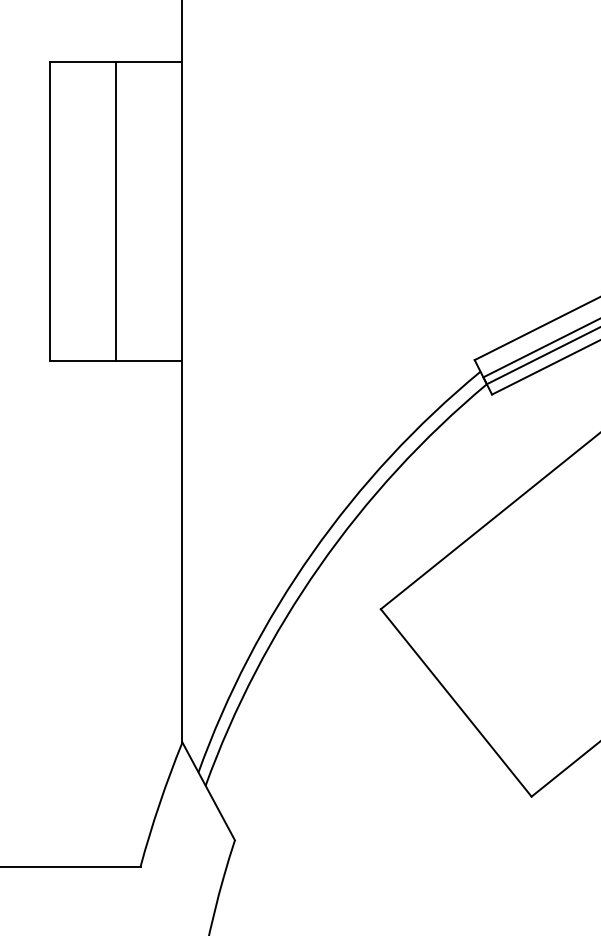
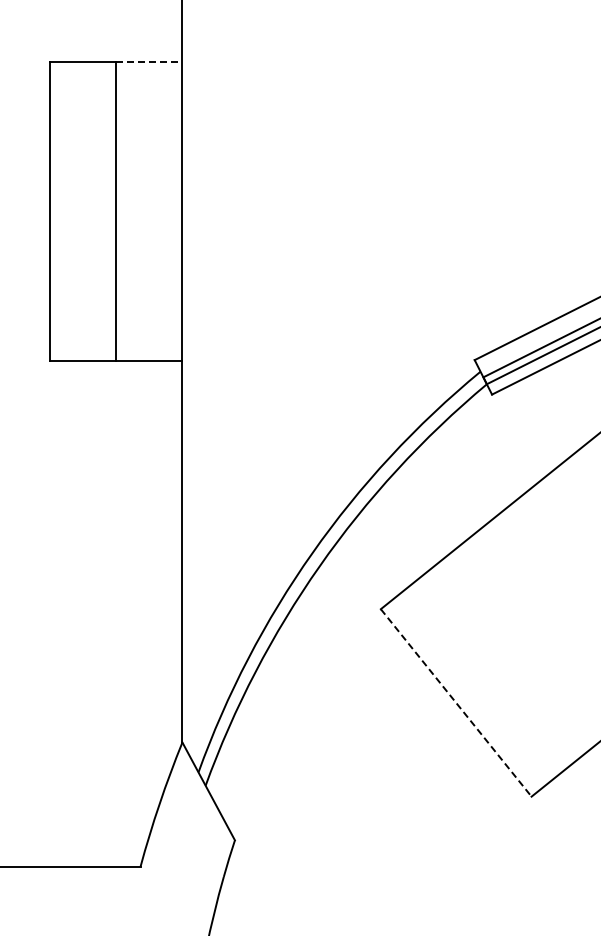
line at (149, 61): solid -> dashed
line at (456, 703): solid -> dashed
